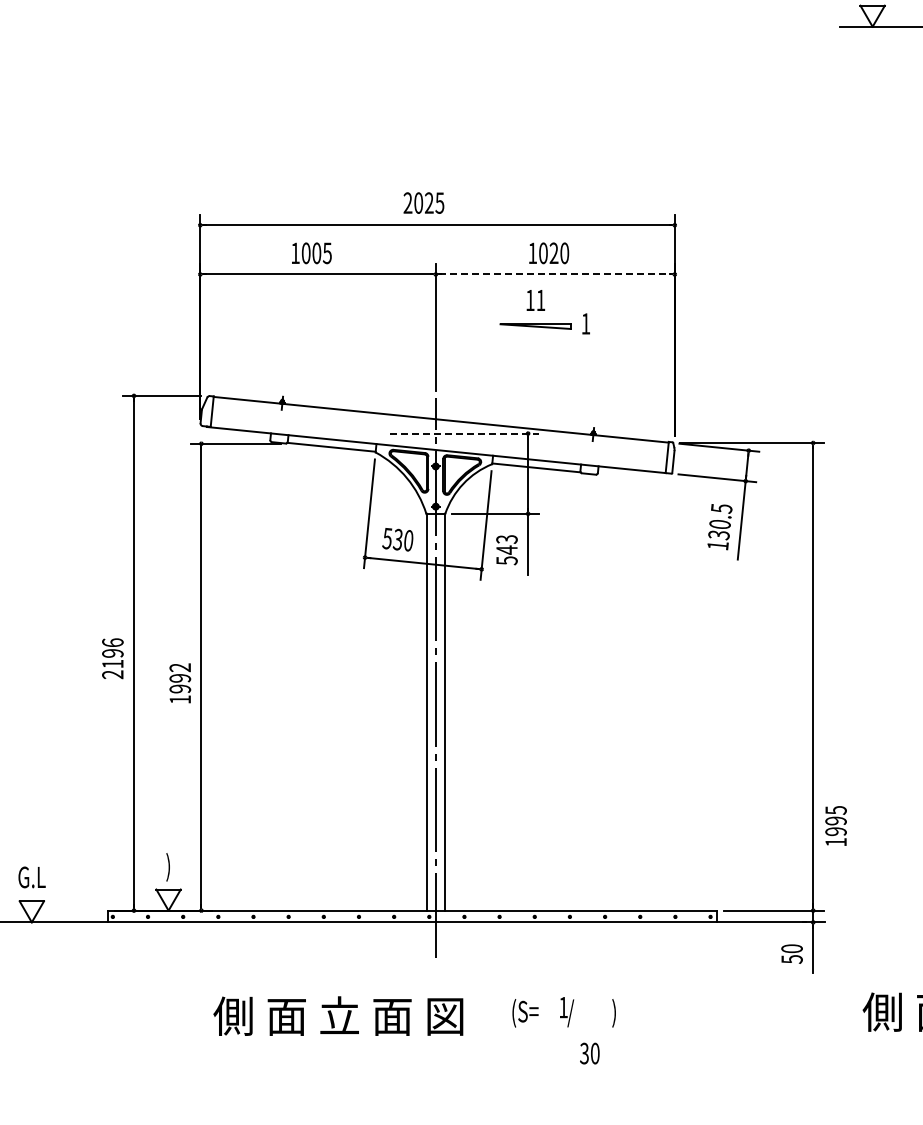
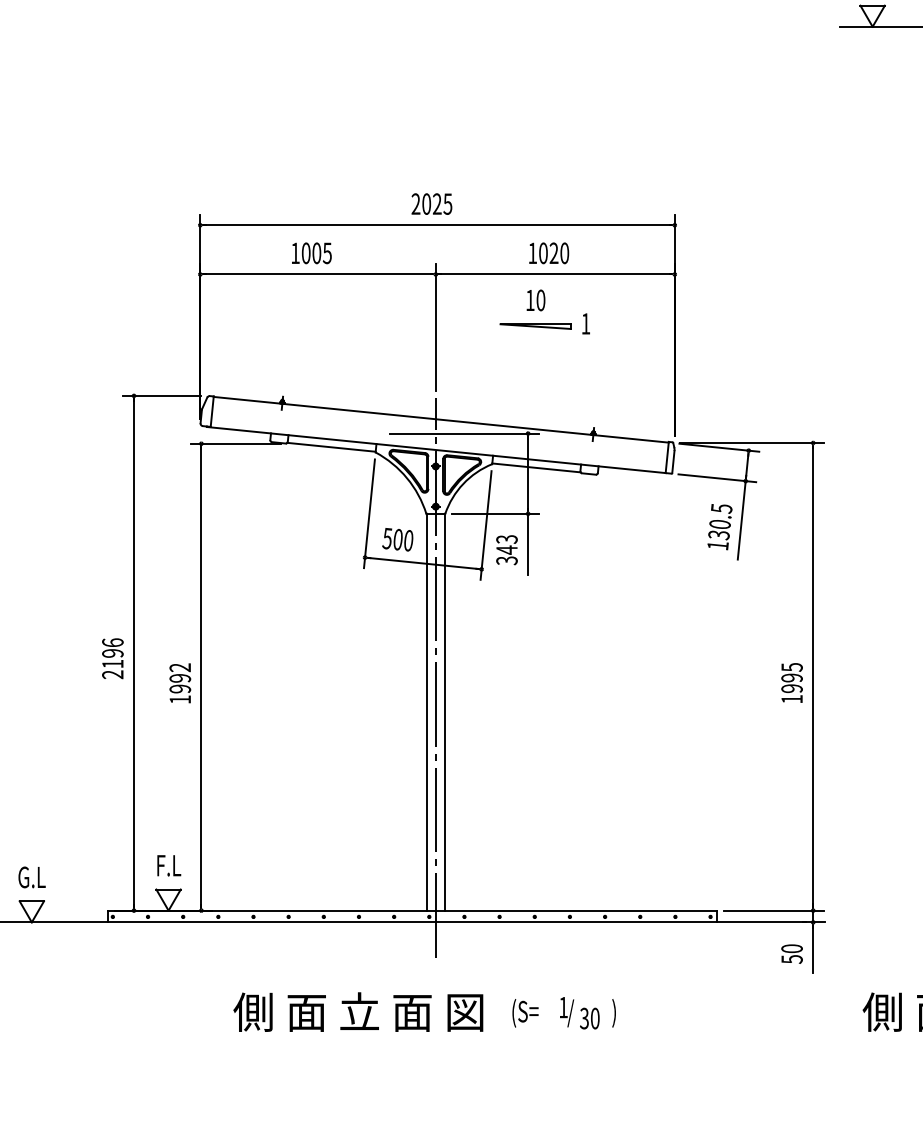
text at (423, 202) position: (423, 202) -> (431, 203)
line at (555, 274): dashed -> solid
text at (540, 300): 11 -> 10
line at (464, 433): dashed -> solid
text at (397, 539): 530 -> 500
text at (506, 560): 543 -> 343
text at (835, 825) position: (835, 825) -> (791, 682)
text at (169, 867): ) -> F.L
text at (338, 1015) position: (338, 1015) -> (358, 1011)
text at (589, 1053) position: (589, 1053) -> (589, 1018)
